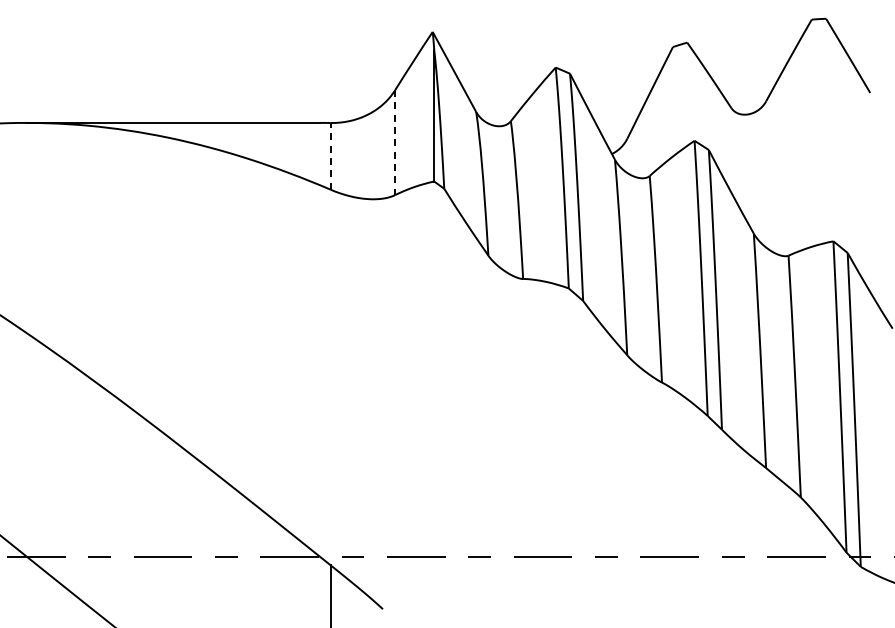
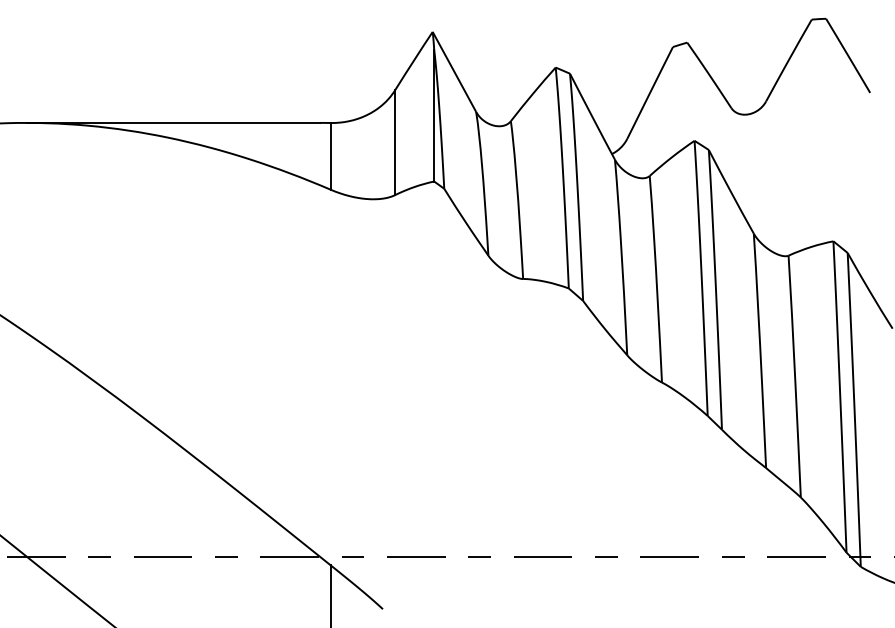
line at (395, 142): dashed -> solid
line at (330, 155): dashed -> solid
